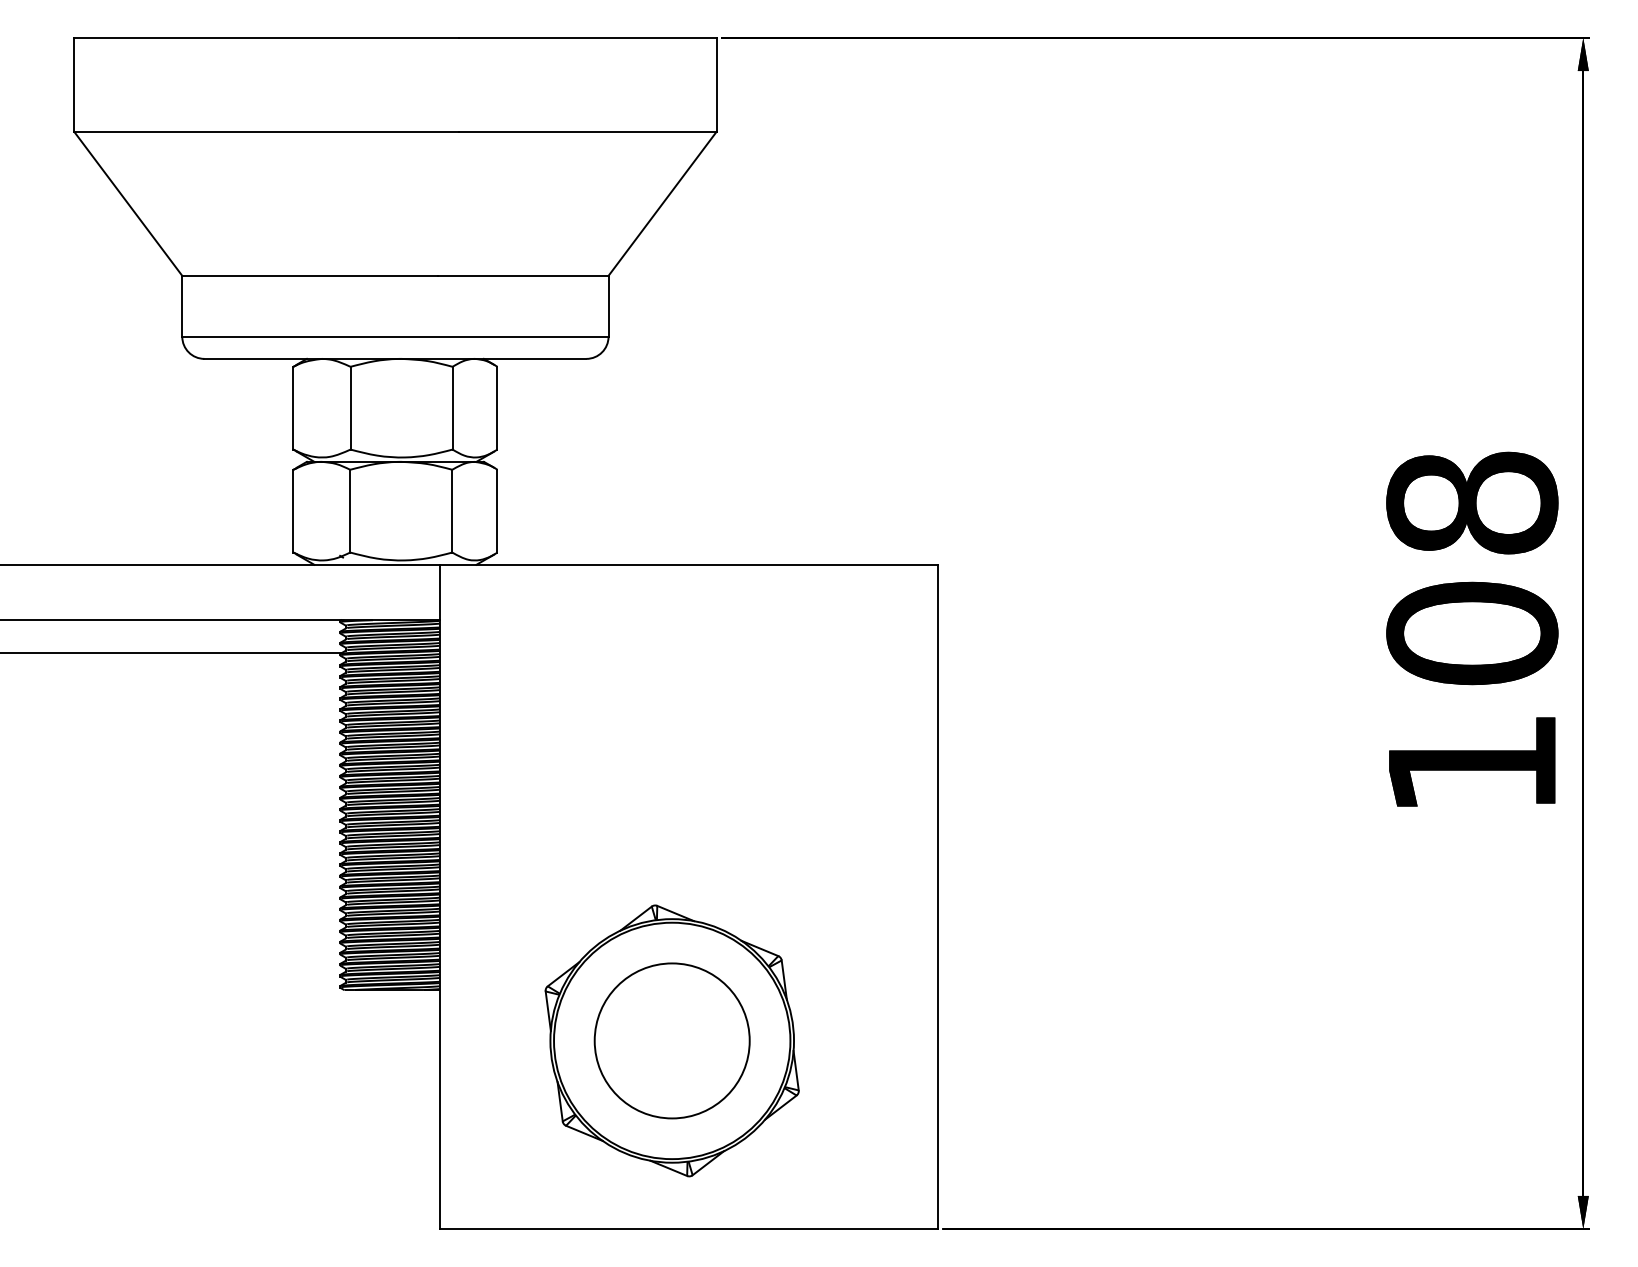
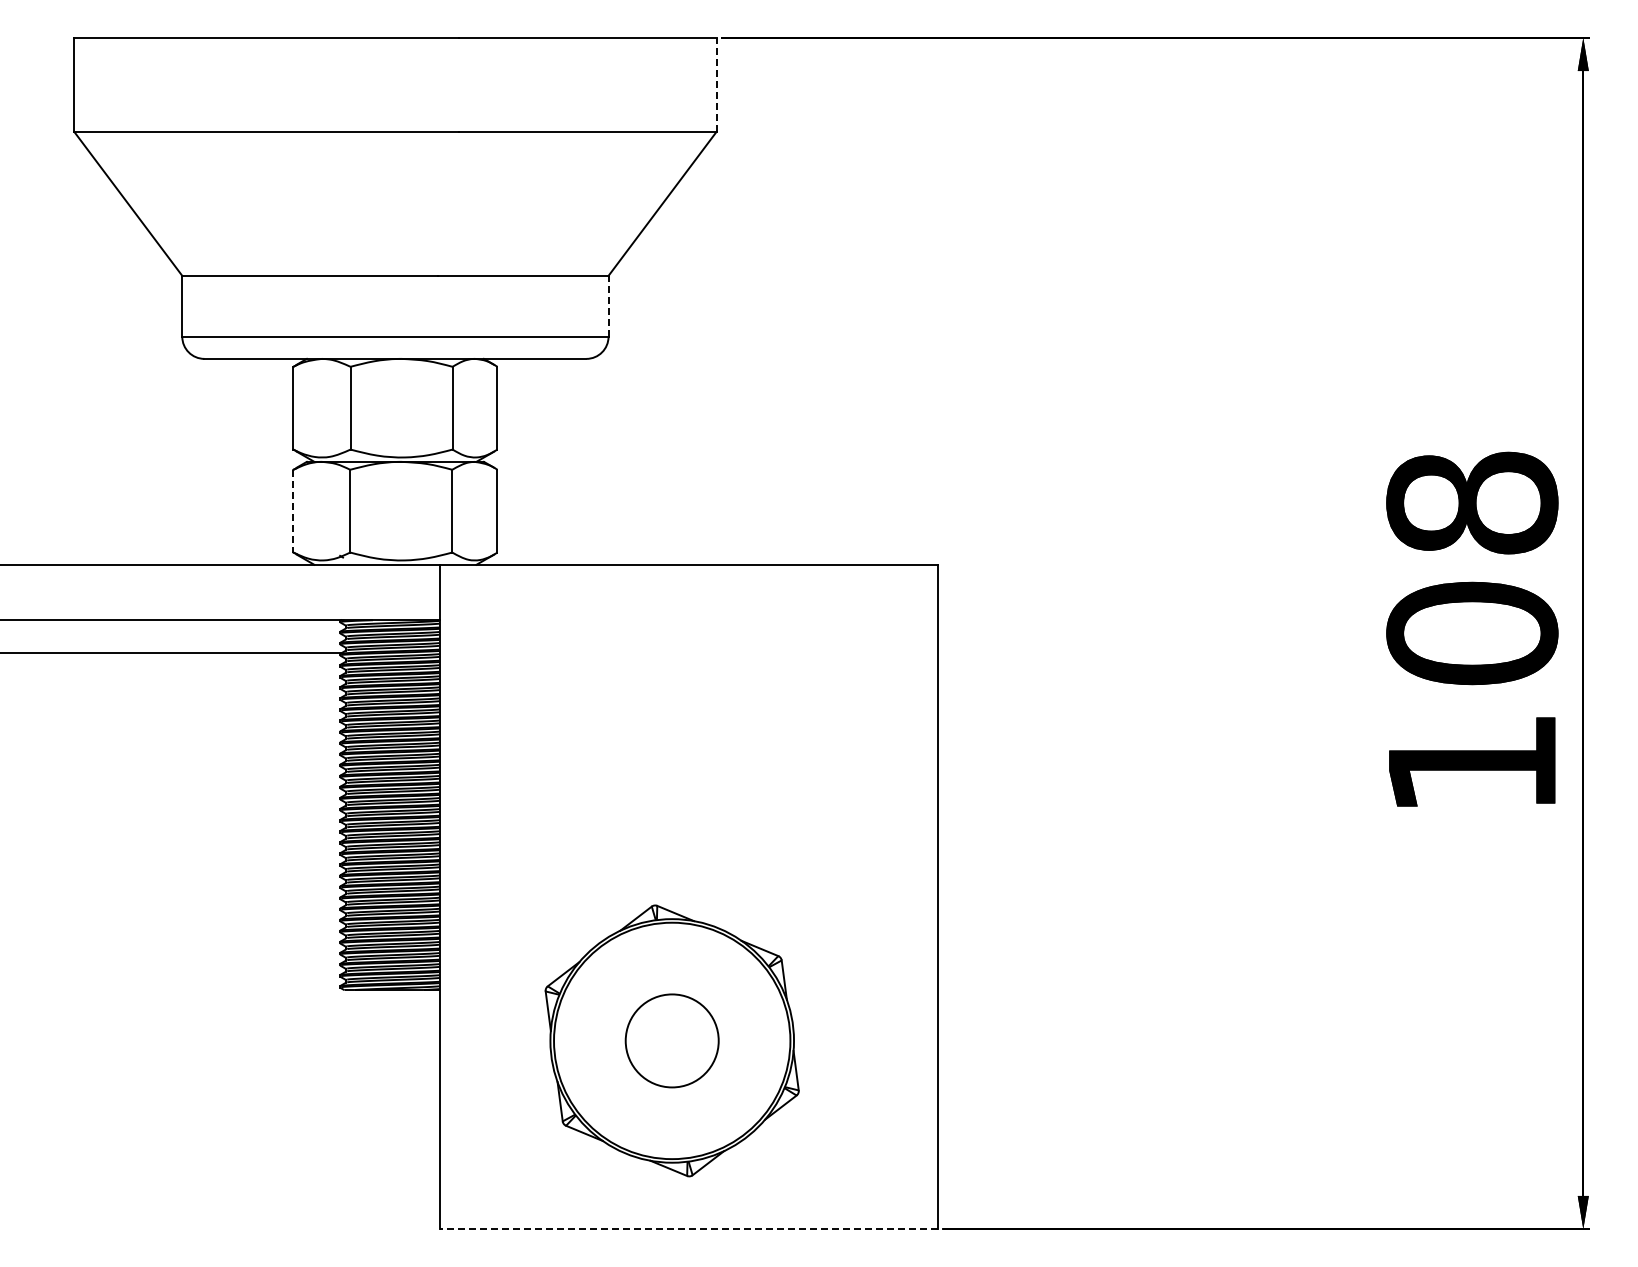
line at (716, 84): solid -> dashed
line at (608, 305): solid -> dashed
line at (293, 511): solid -> dashed
circle at (671, 1040) diameter: 155 px -> 93 px
line at (688, 1229): solid -> dashed
